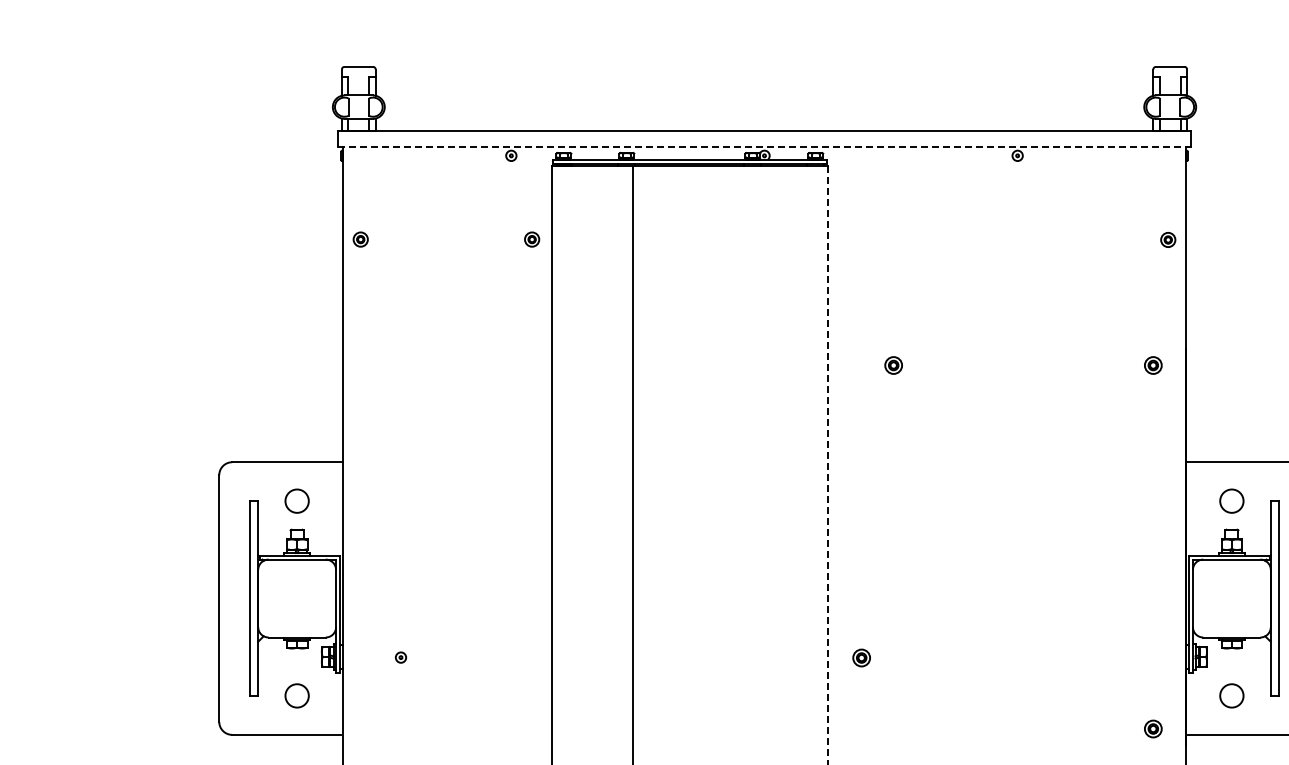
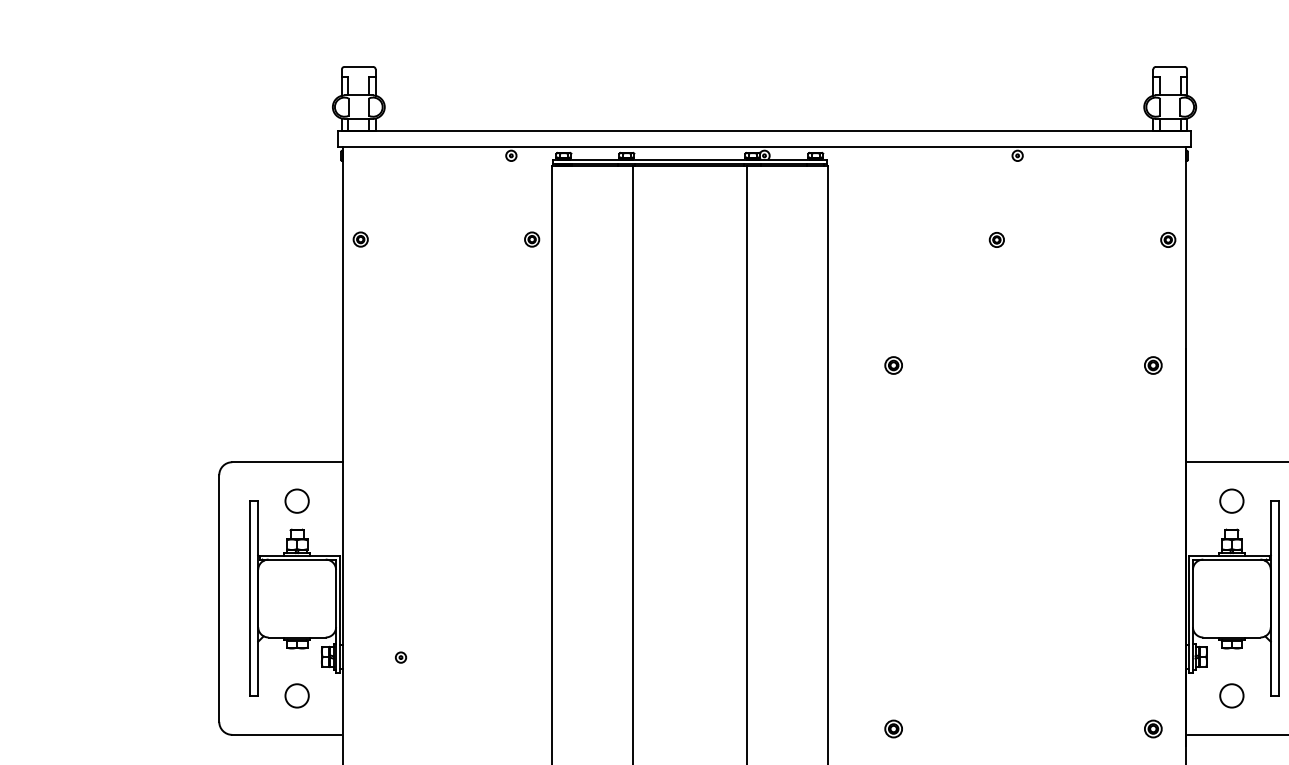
line at (765, 146): dashed -> solid
part at (996, 239): none -> present
line at (747, 463): none -> present
line at (828, 465): dashed -> solid
part at (861, 657) position: (861, 657) -> (893, 728)
